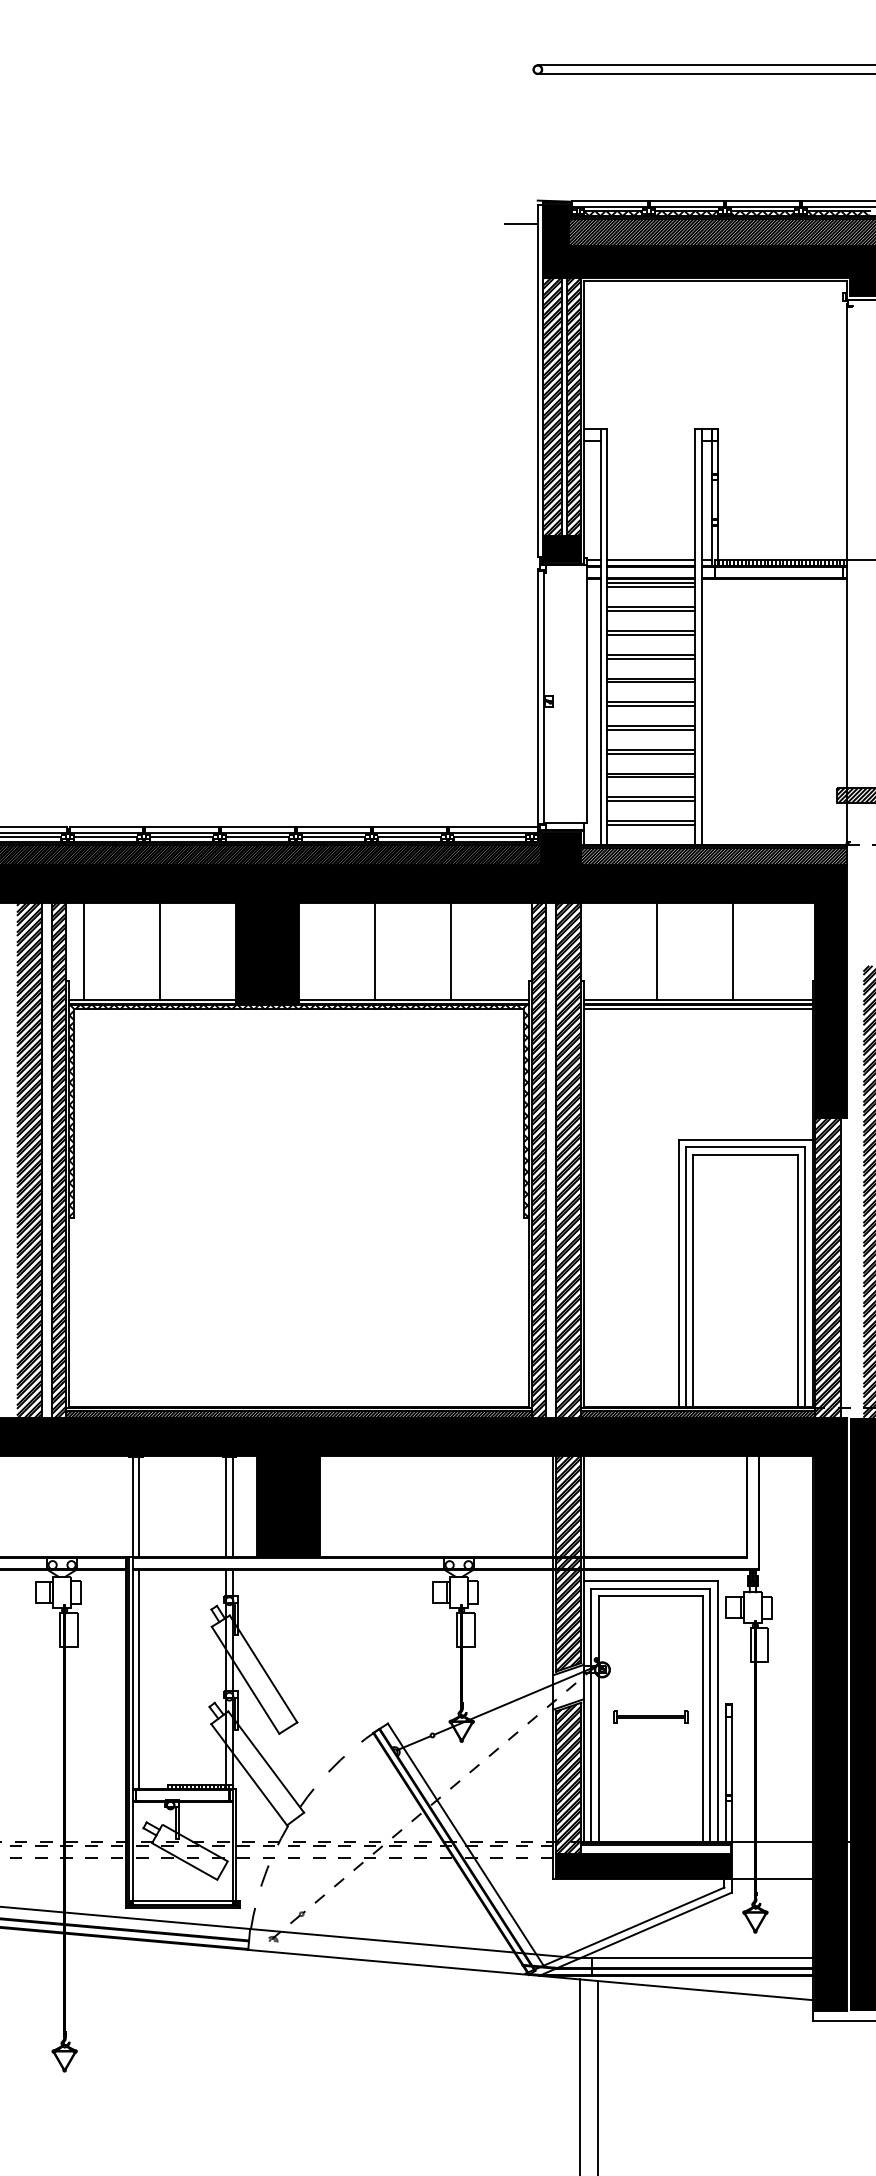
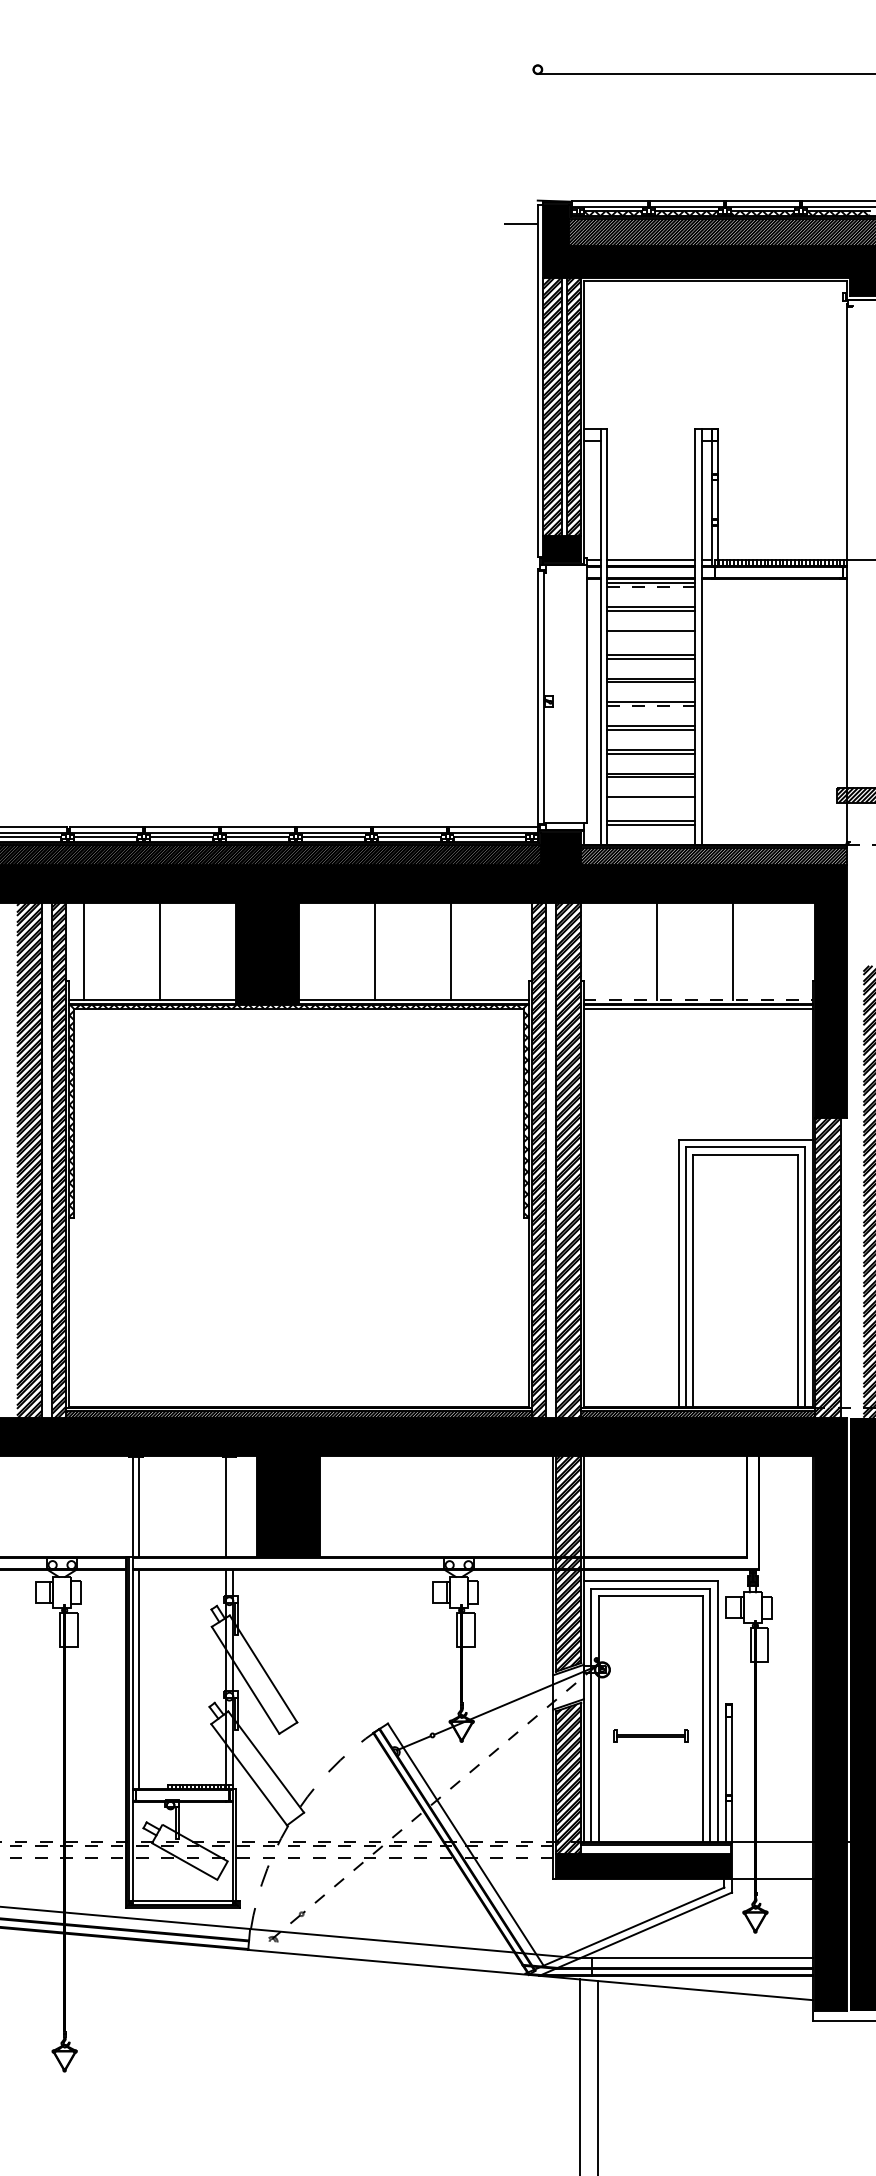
line at (704, 65): present -> none
line at (651, 587): solid -> dashed
line at (650, 634): present -> none
line at (651, 706): solid -> dashed
line at (650, 801): present -> none
line at (698, 999): solid -> dashed
line at (232, 1506): present -> none
part at (650, 1716) position: (650, 1716) -> (650, 1735)
